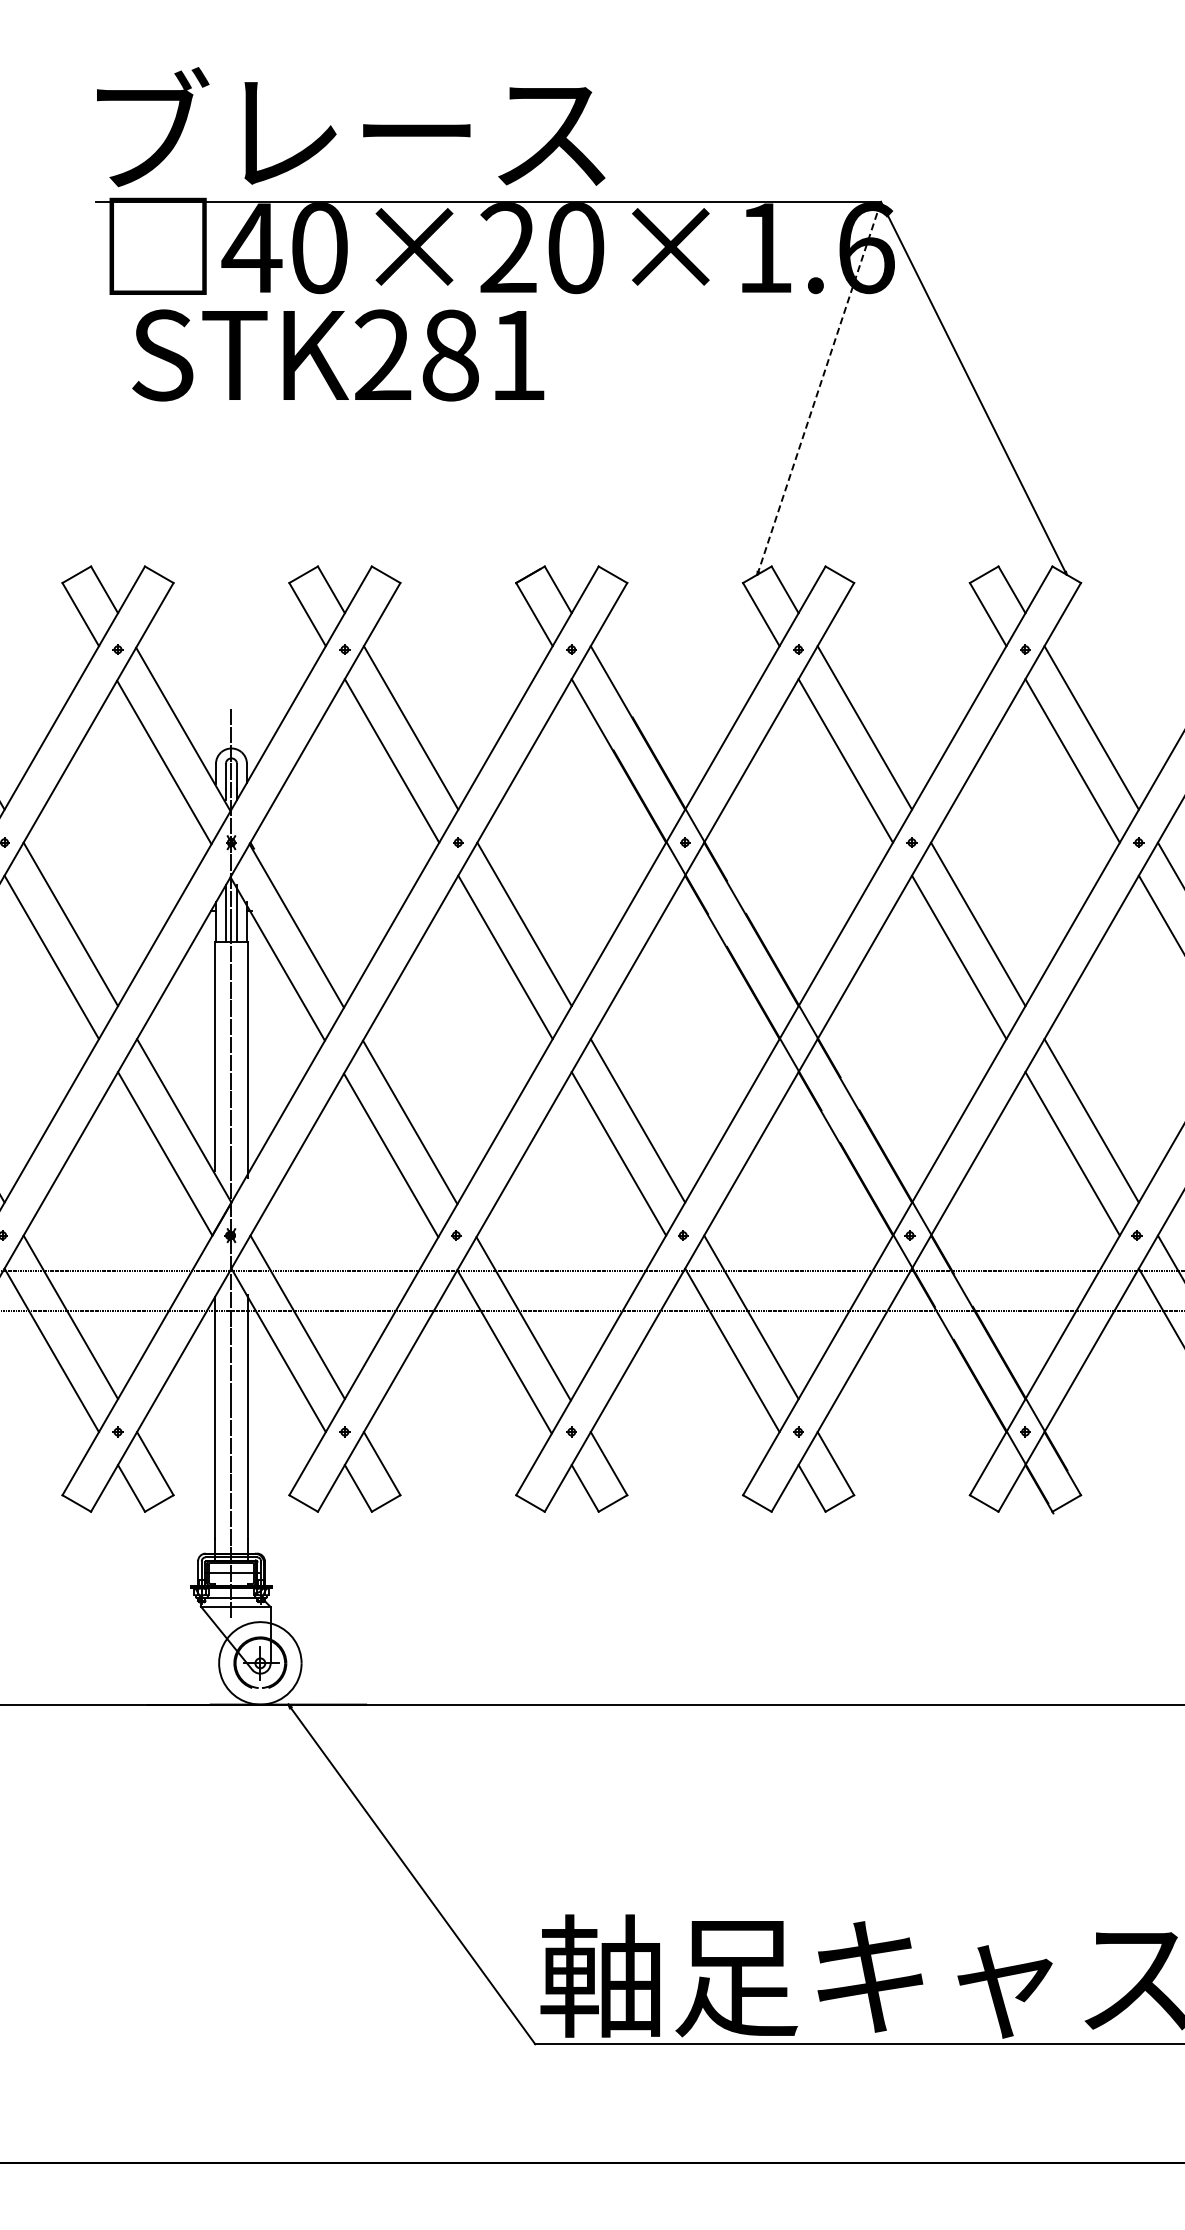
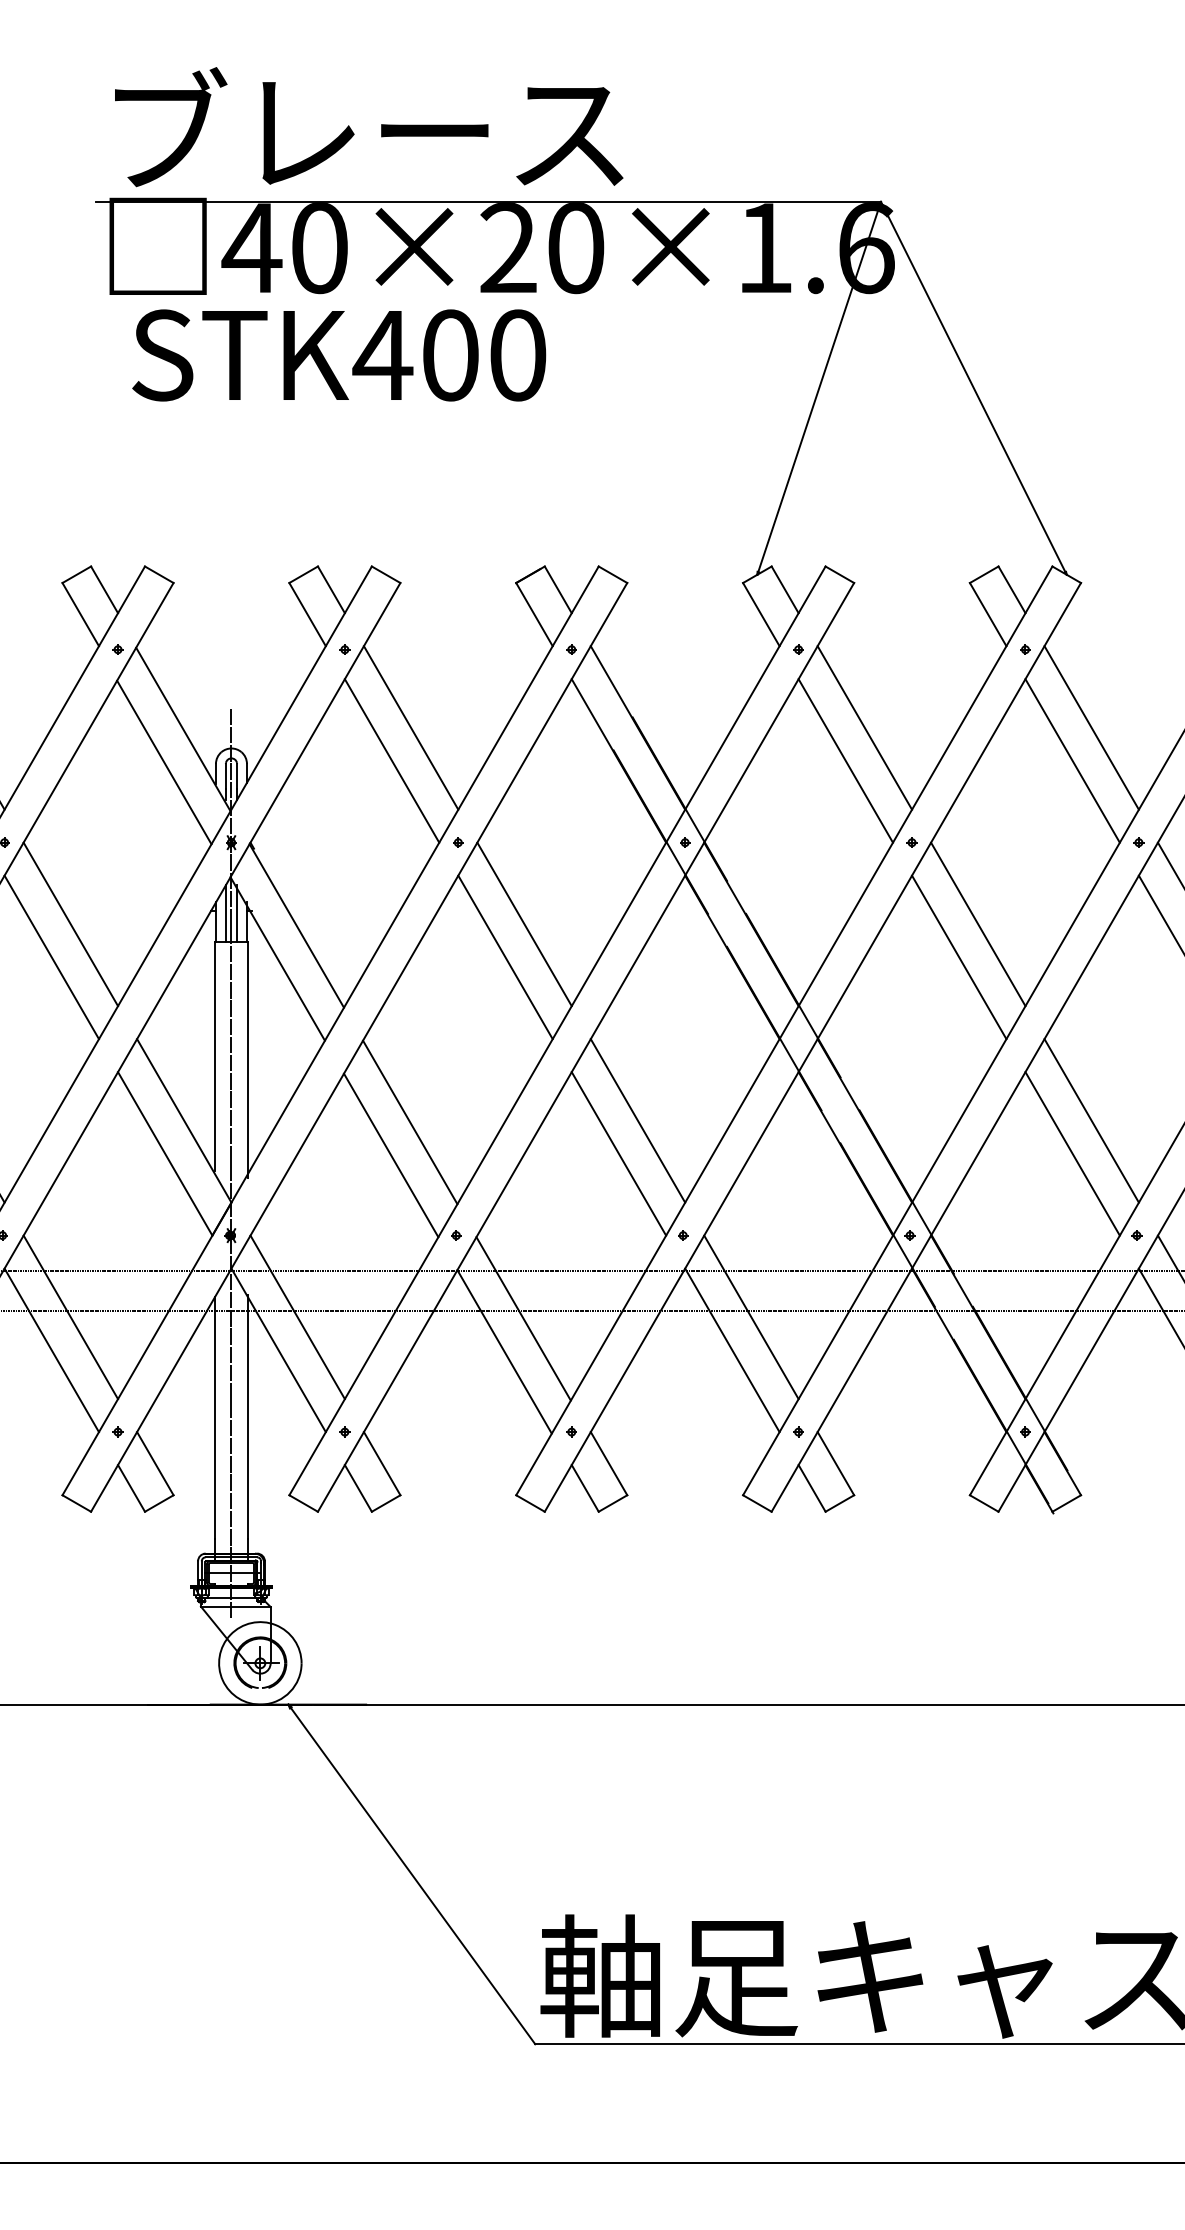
text at (351, 127) position: (351, 127) -> (369, 127)
text at (449, 355): STK281 -> STK400
line at (819, 387): dashed -> solid
